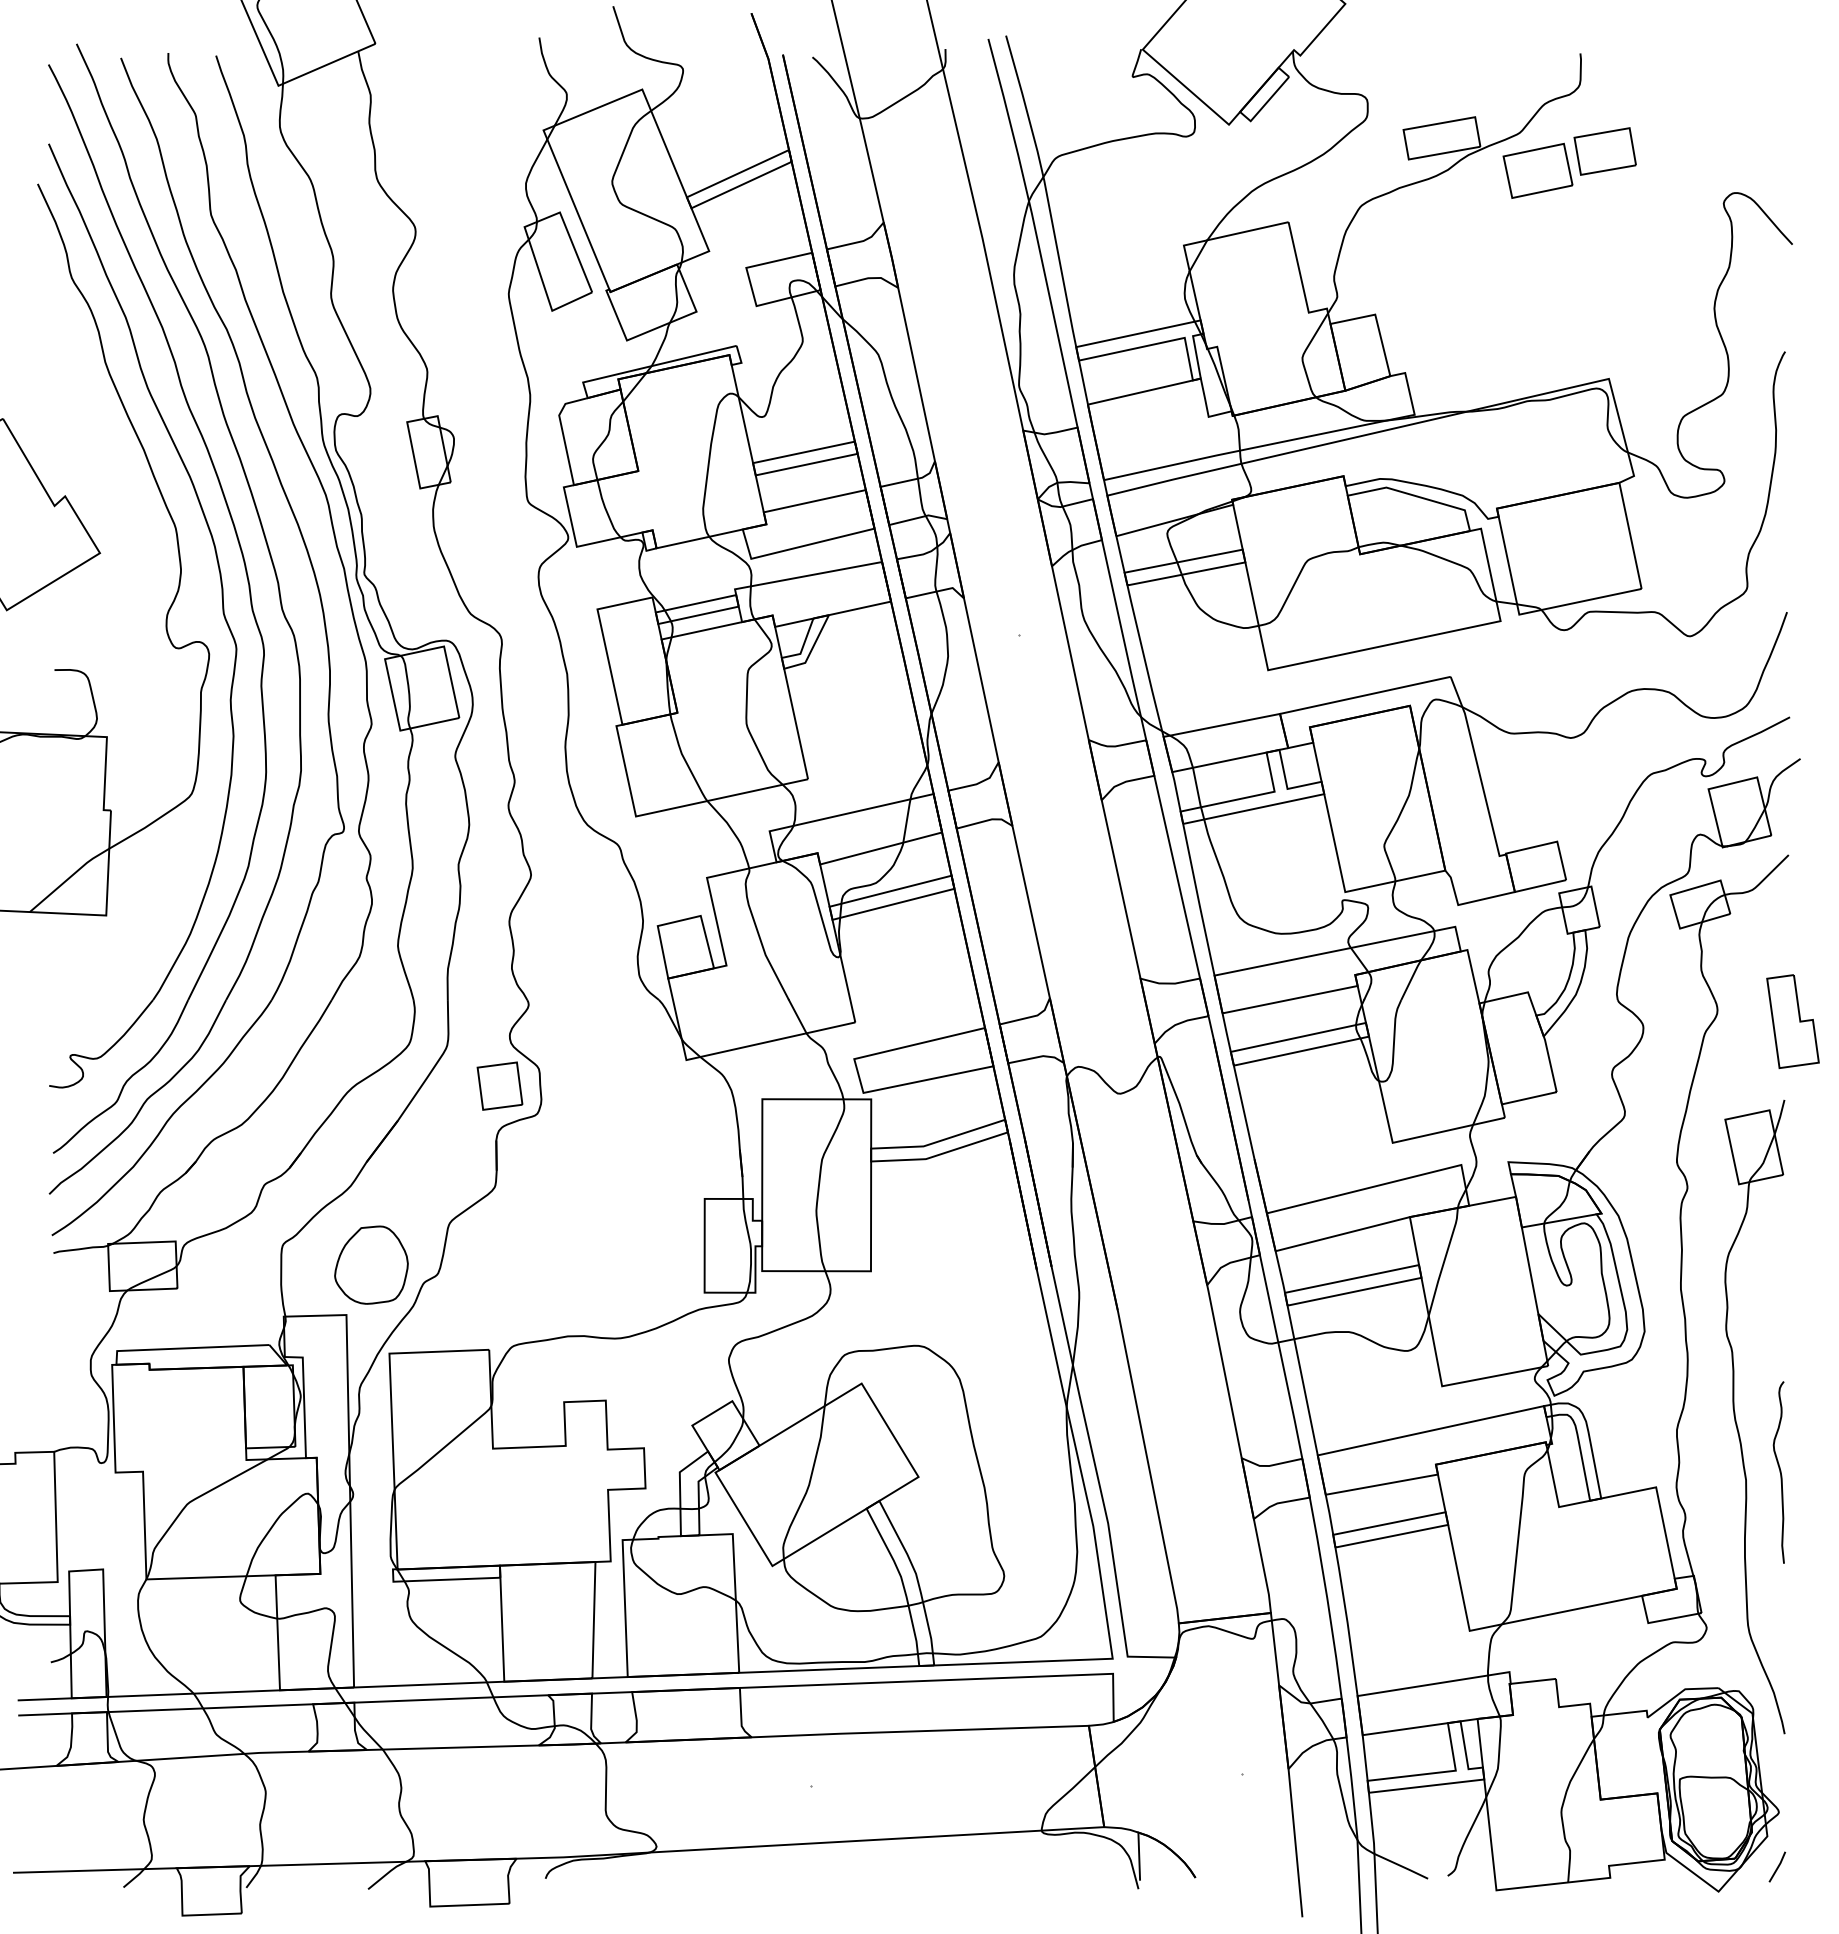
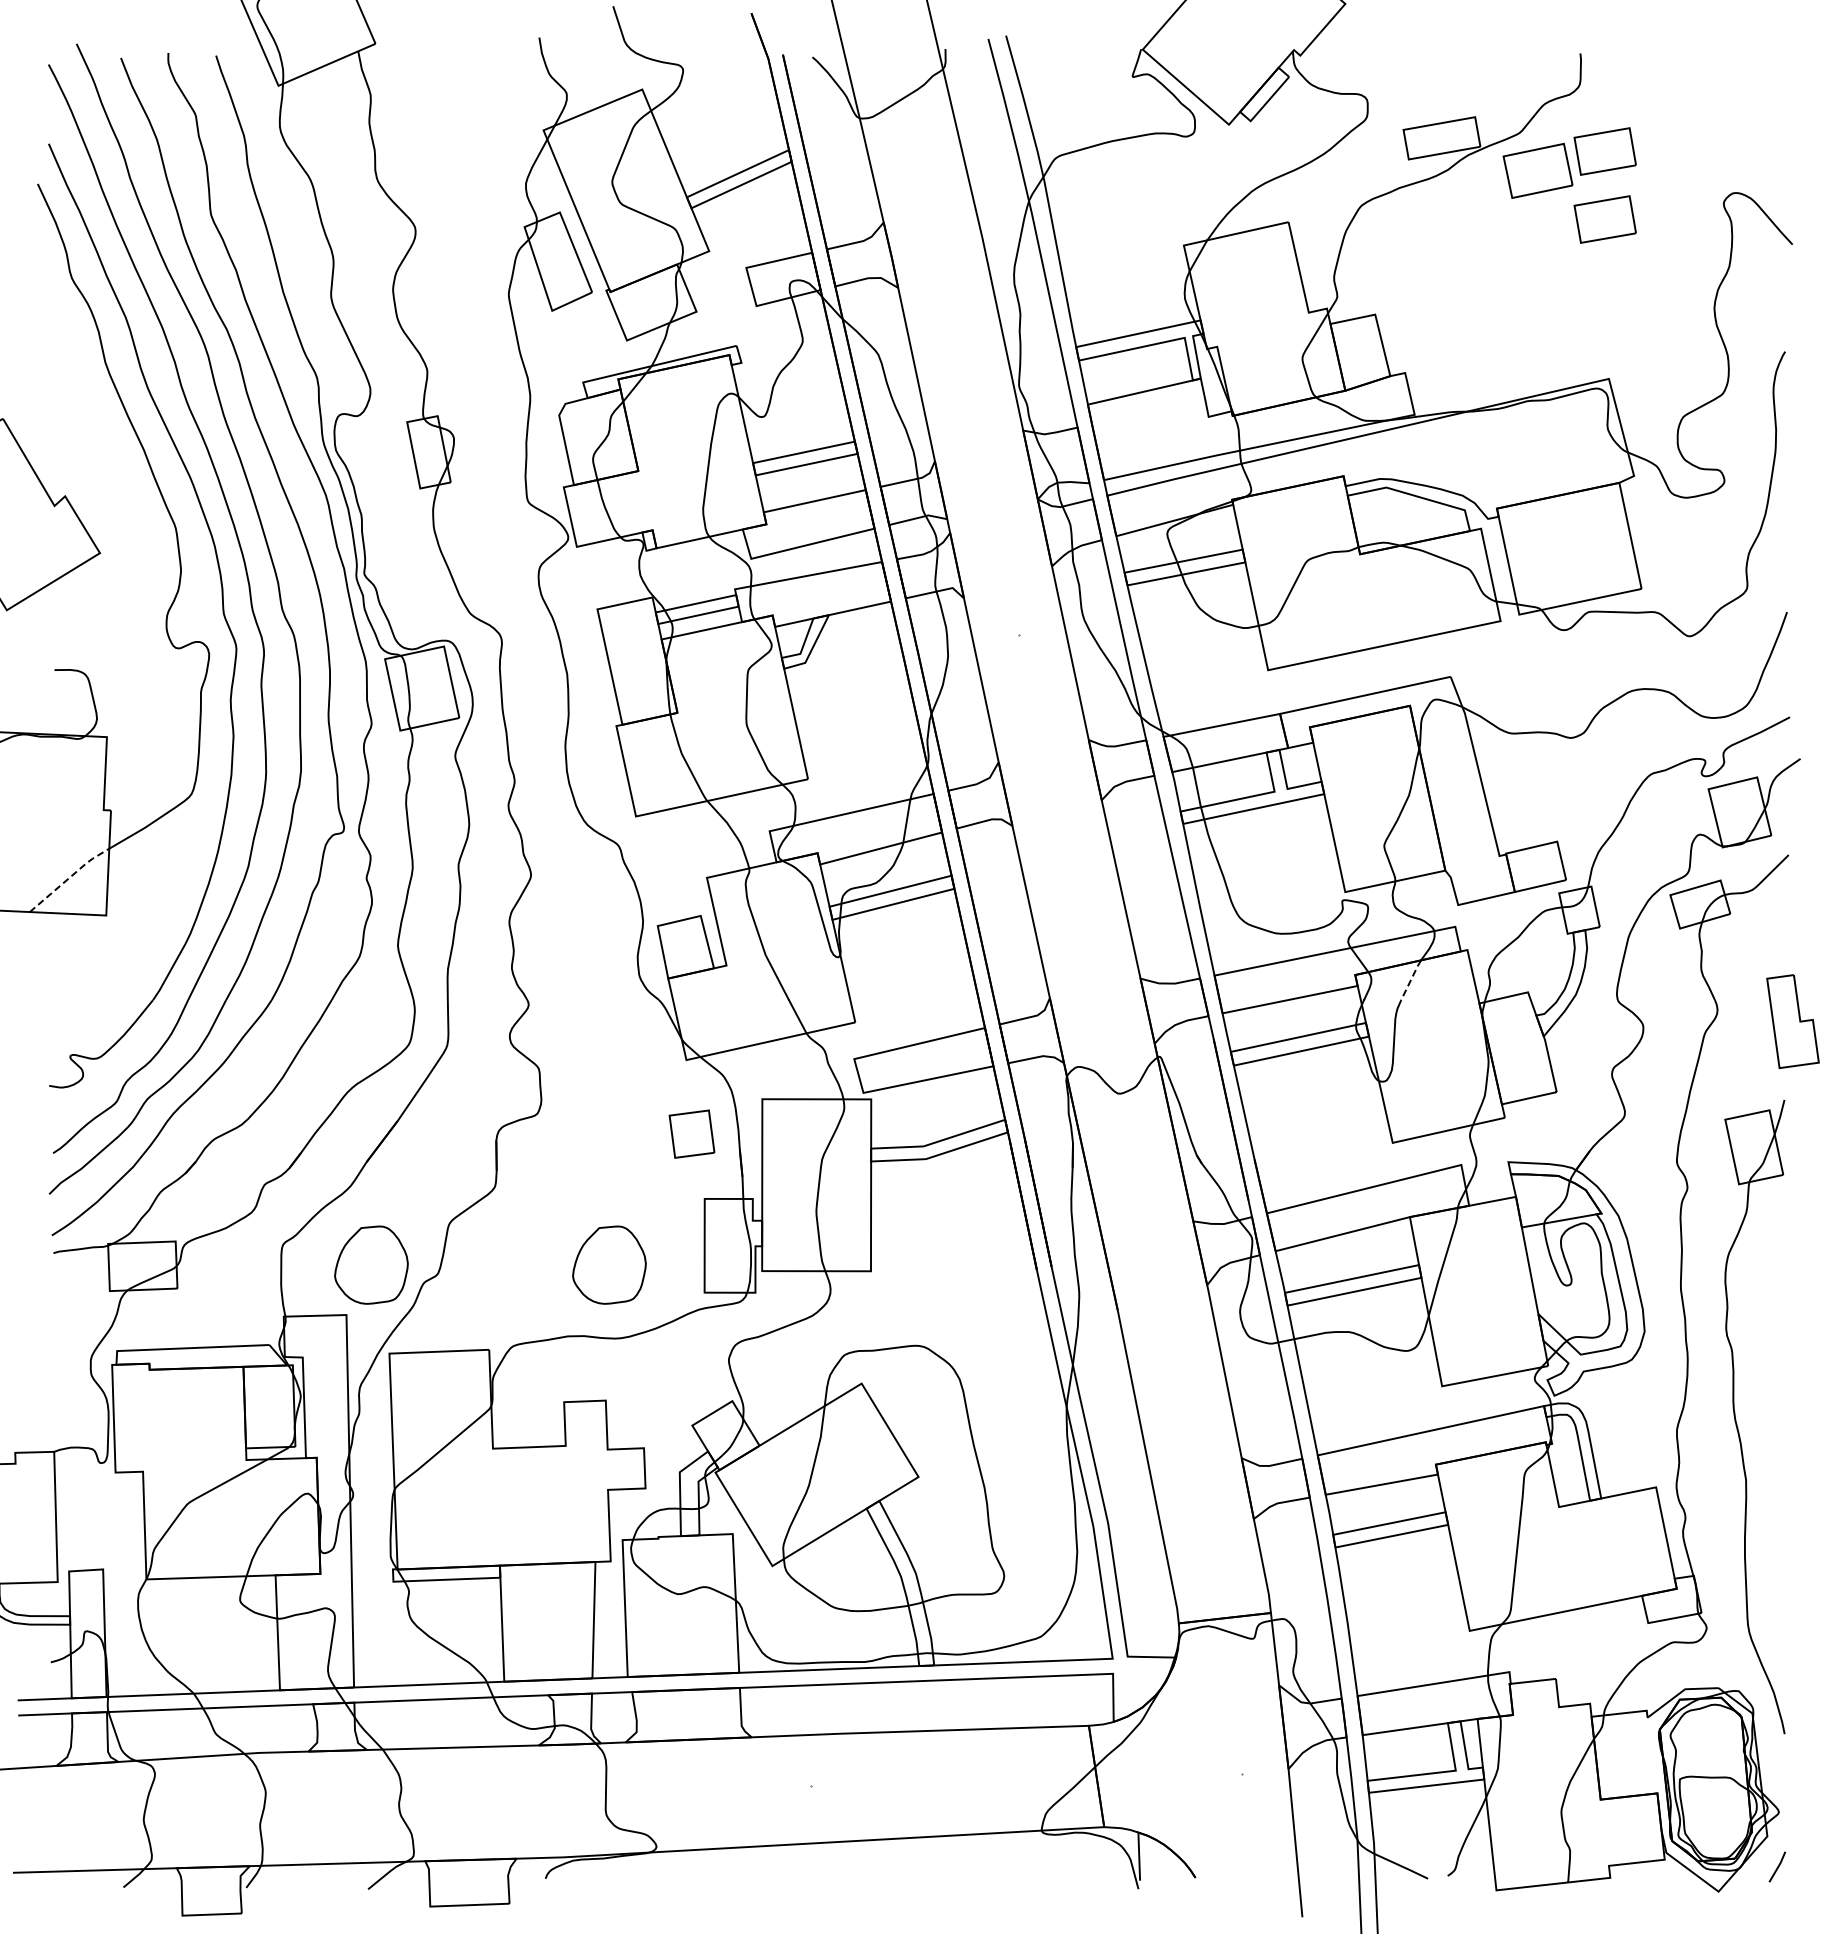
part at (1604, 219): none -> present
line at (69, 877): solid -> dashed
line at (1411, 979): solid -> dashed
part at (499, 1085) position: (499, 1085) -> (691, 1133)
part at (609, 1264): none -> present
curve at (1779, 1472): present -> none
